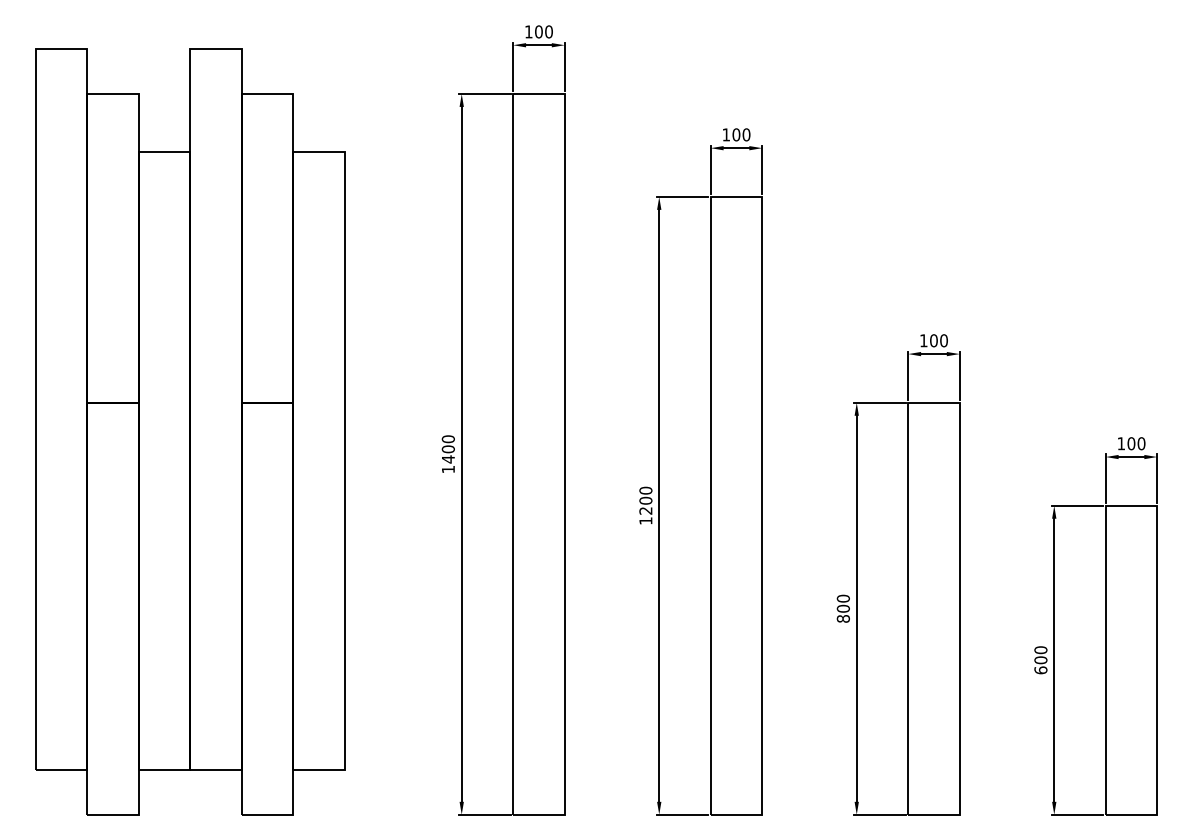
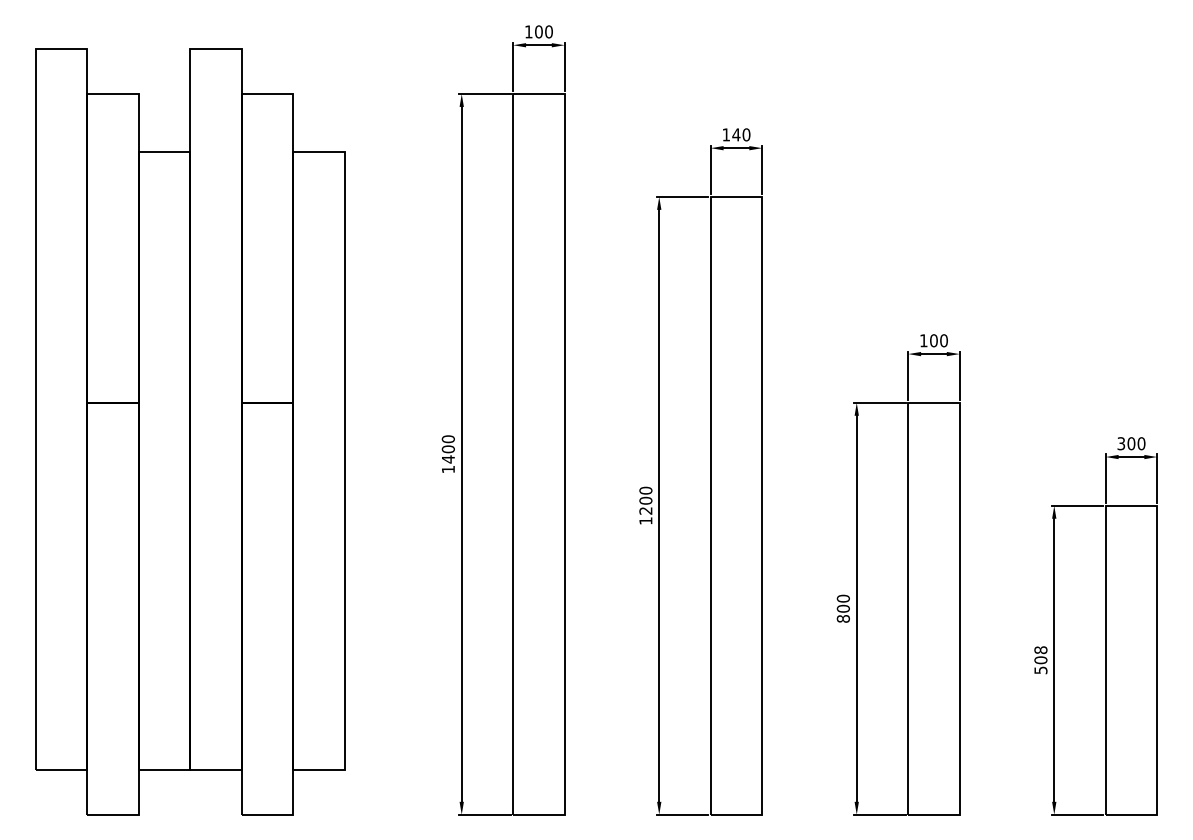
text at (736, 134): 100 -> 140
text at (1121, 443): 100 -> 300
text at (1040, 660): 600 -> 508
